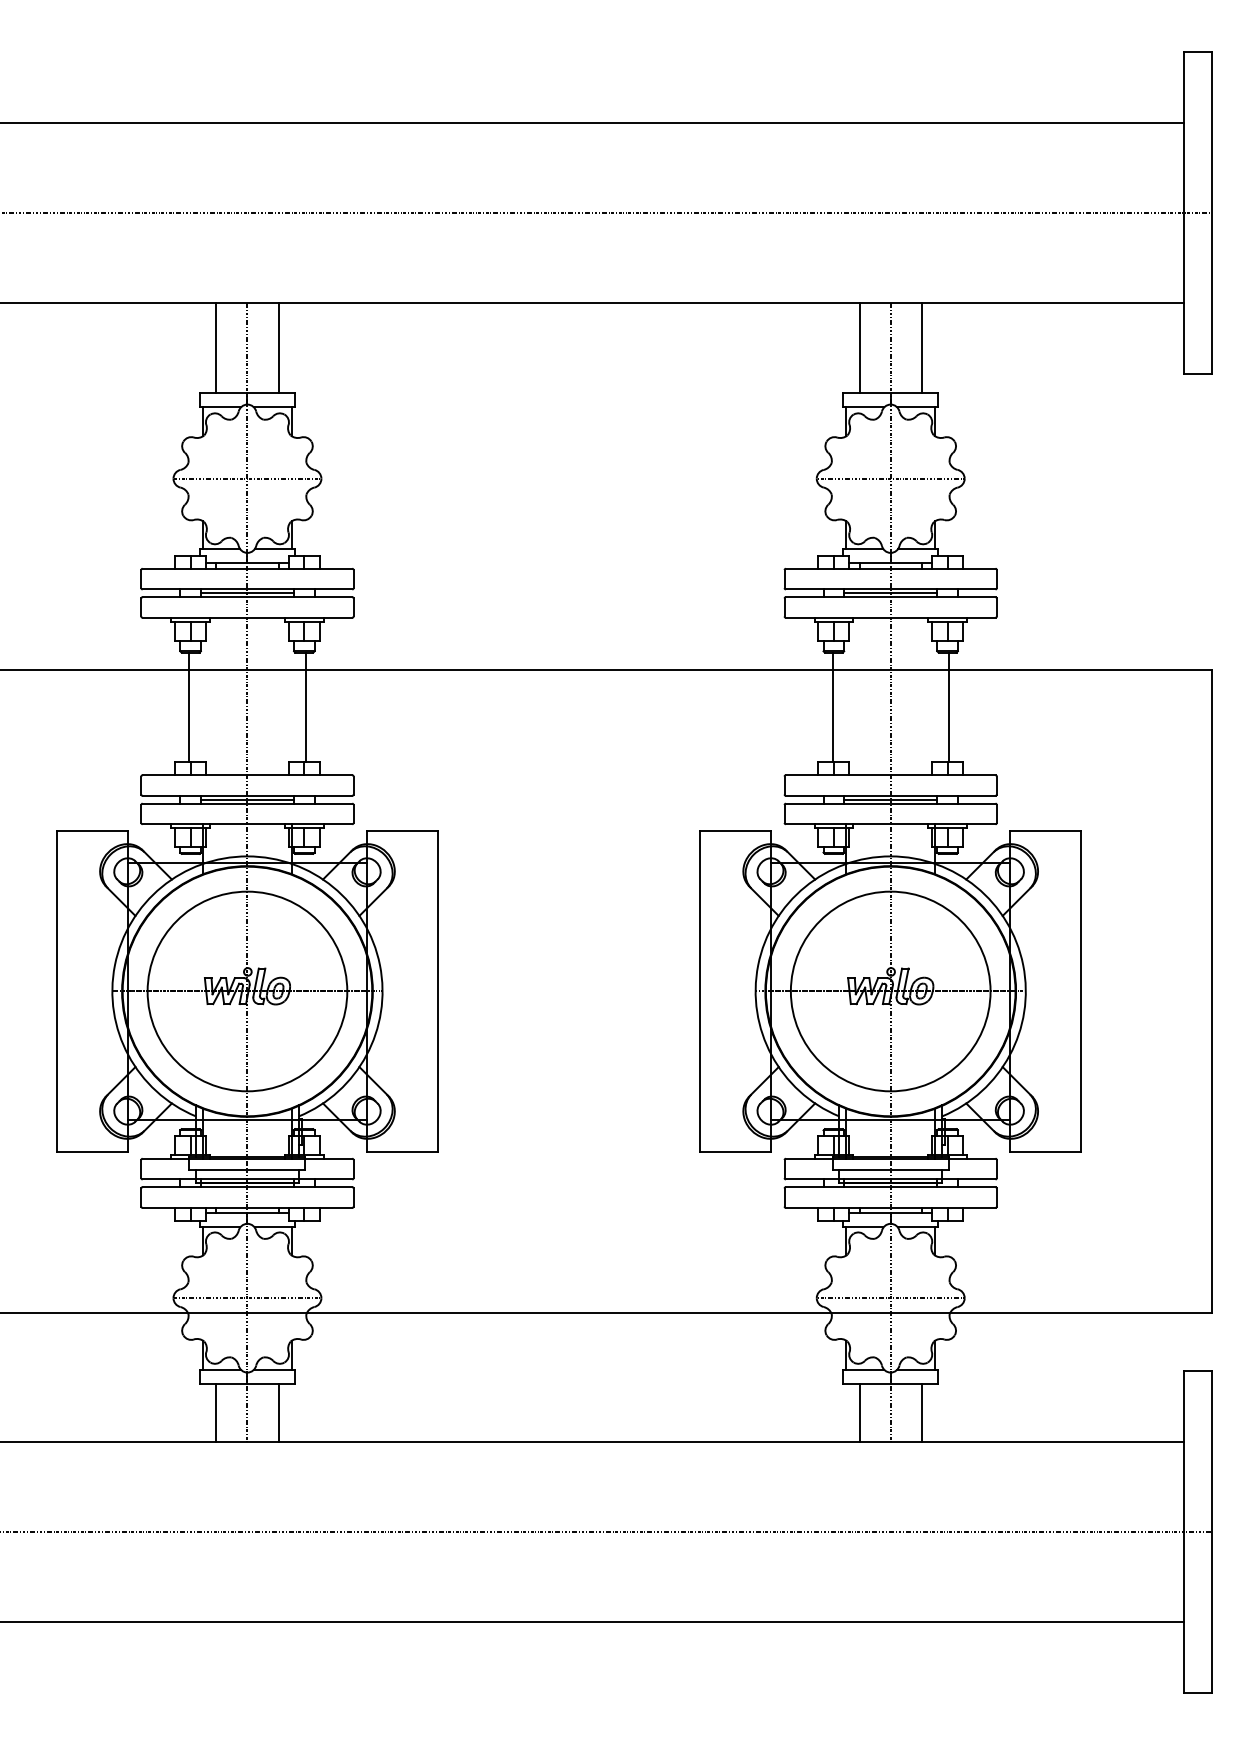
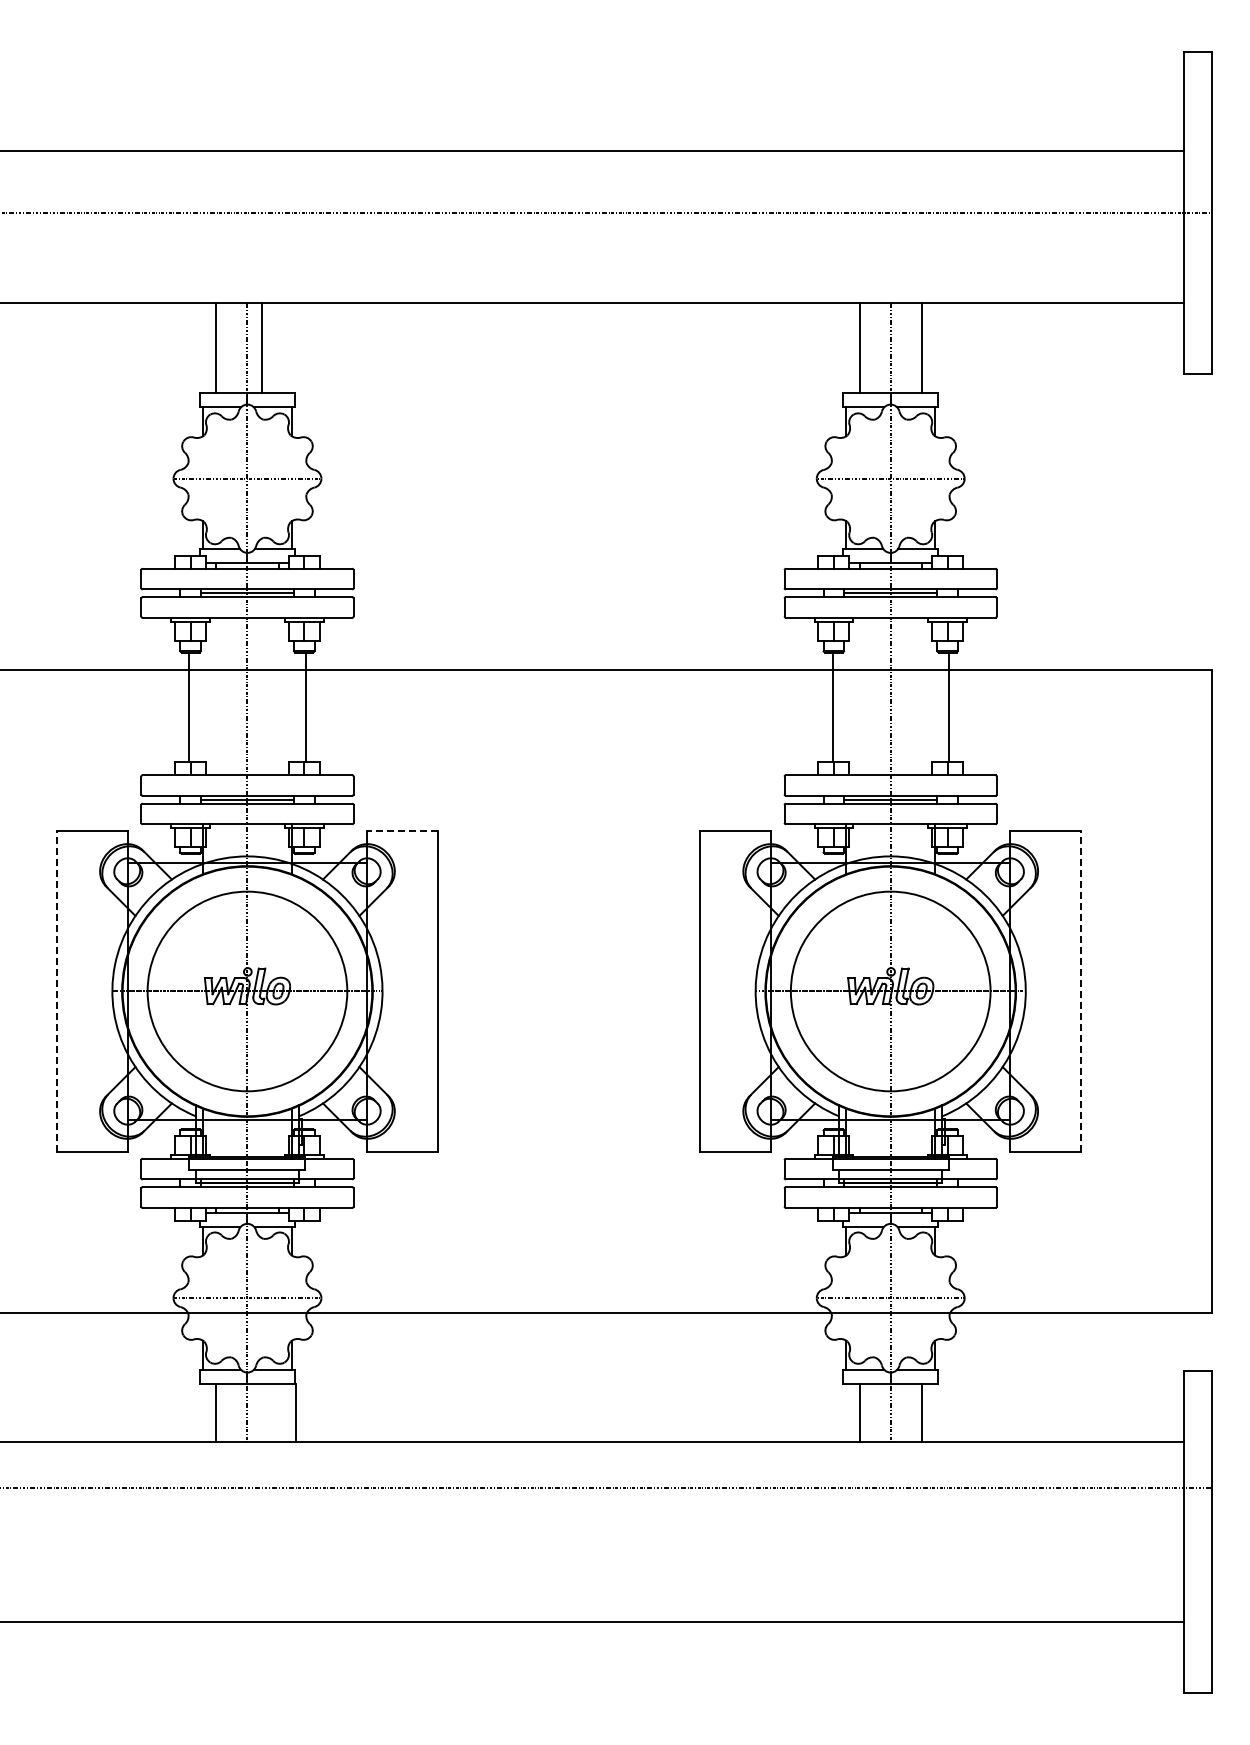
line at (593, 123) position: (593, 123) -> (593, 151)
line at (278, 348) position: (278, 348) -> (261, 348)
line at (401, 830): solid -> dashed
line at (57, 991): solid -> dashed
line at (1081, 991): solid -> dashed
line at (278, 1412) position: (278, 1412) -> (295, 1412)
line at (607, 1531) position: (607, 1531) -> (607, 1487)
